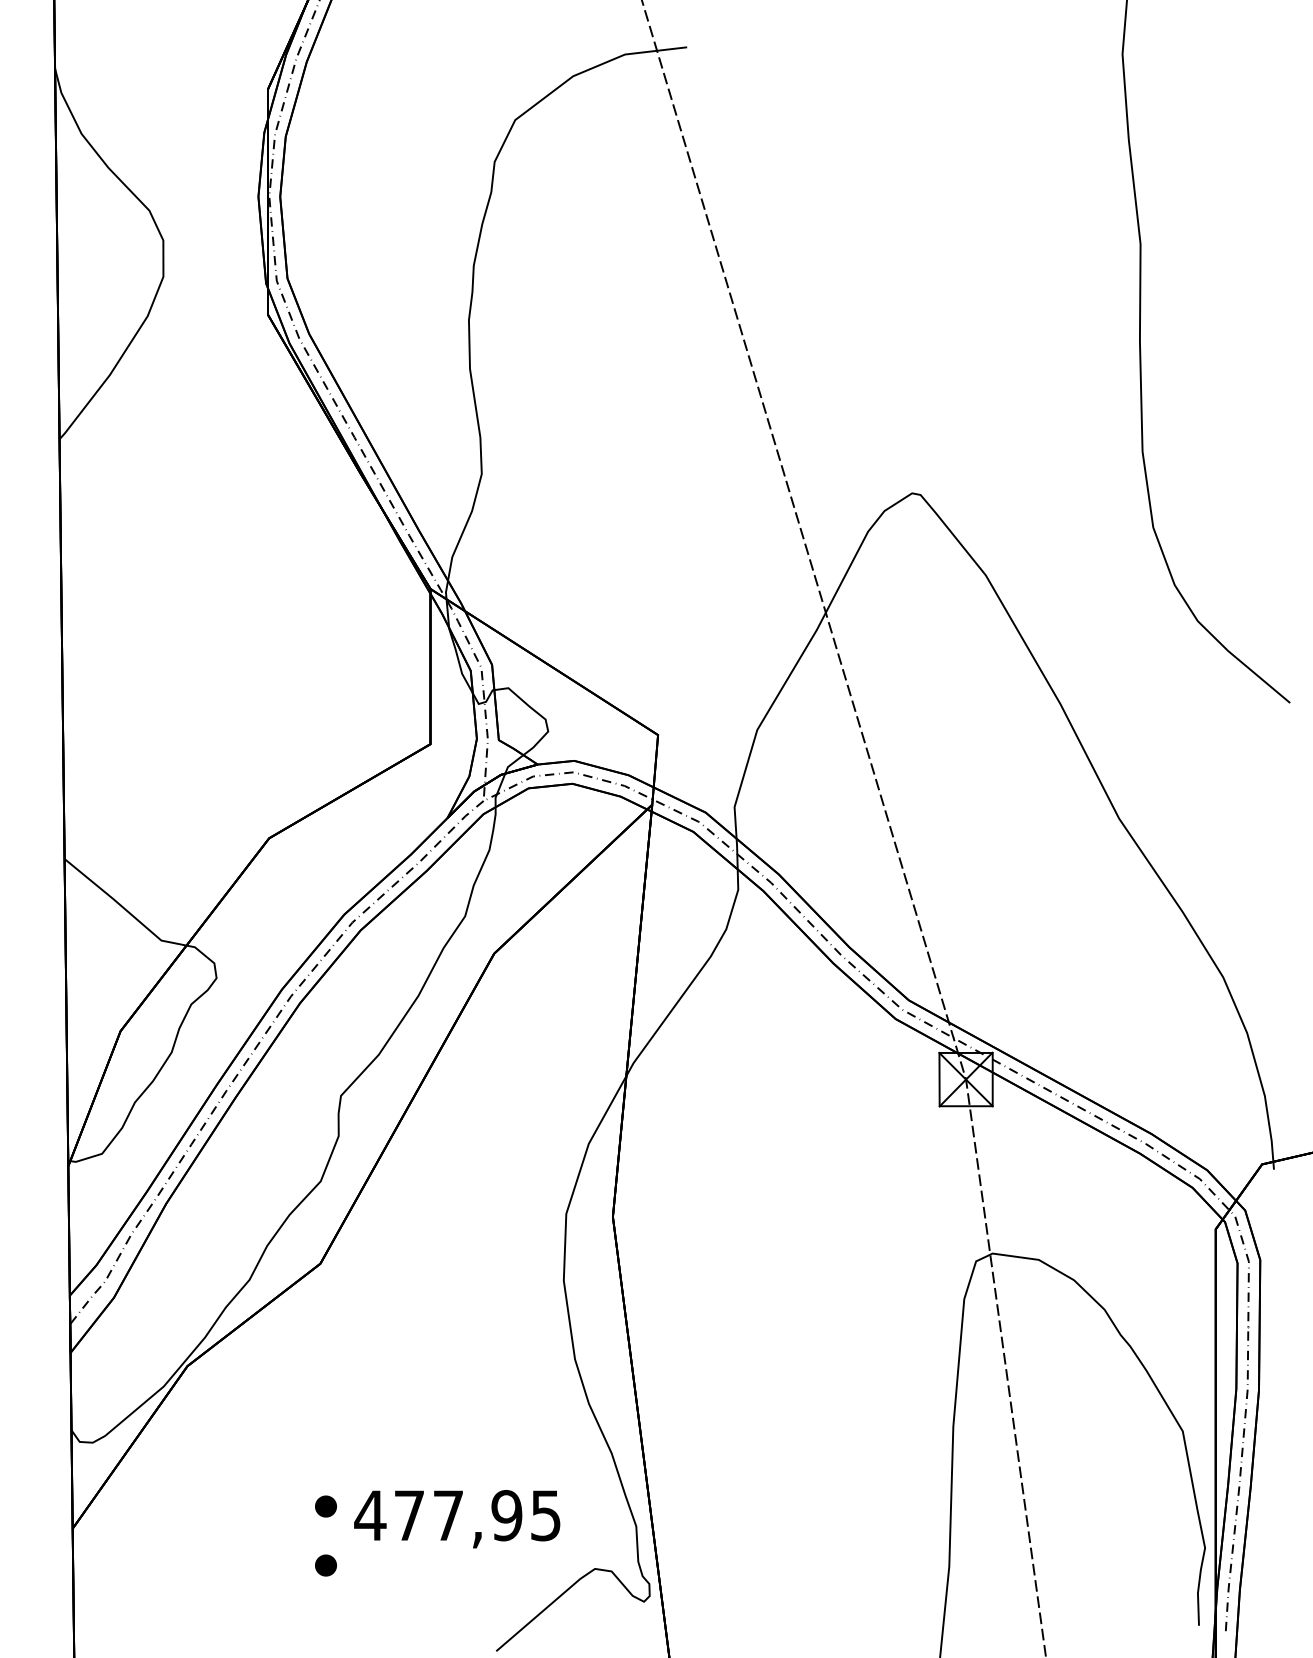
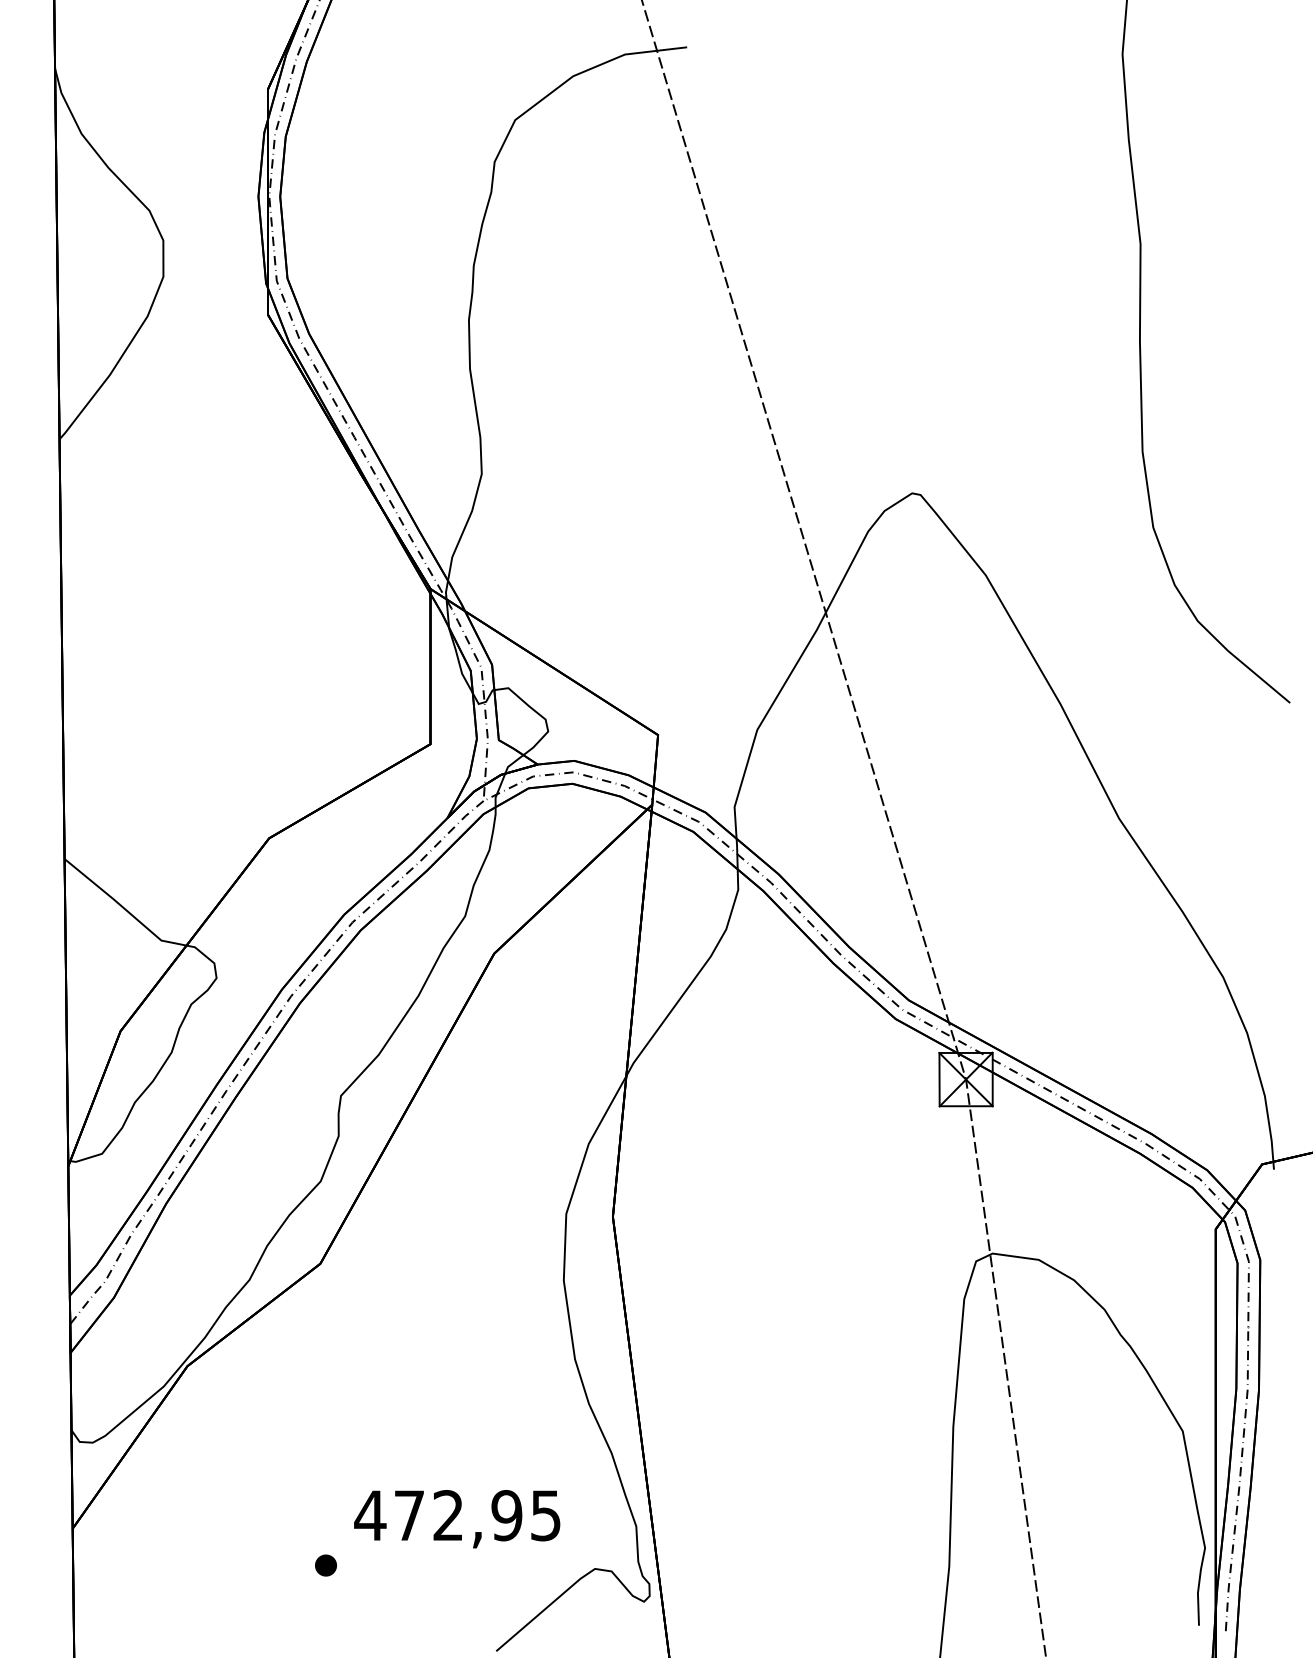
part at (325, 1506): present -> none
text at (447, 1515): 477,95 -> 472,95
